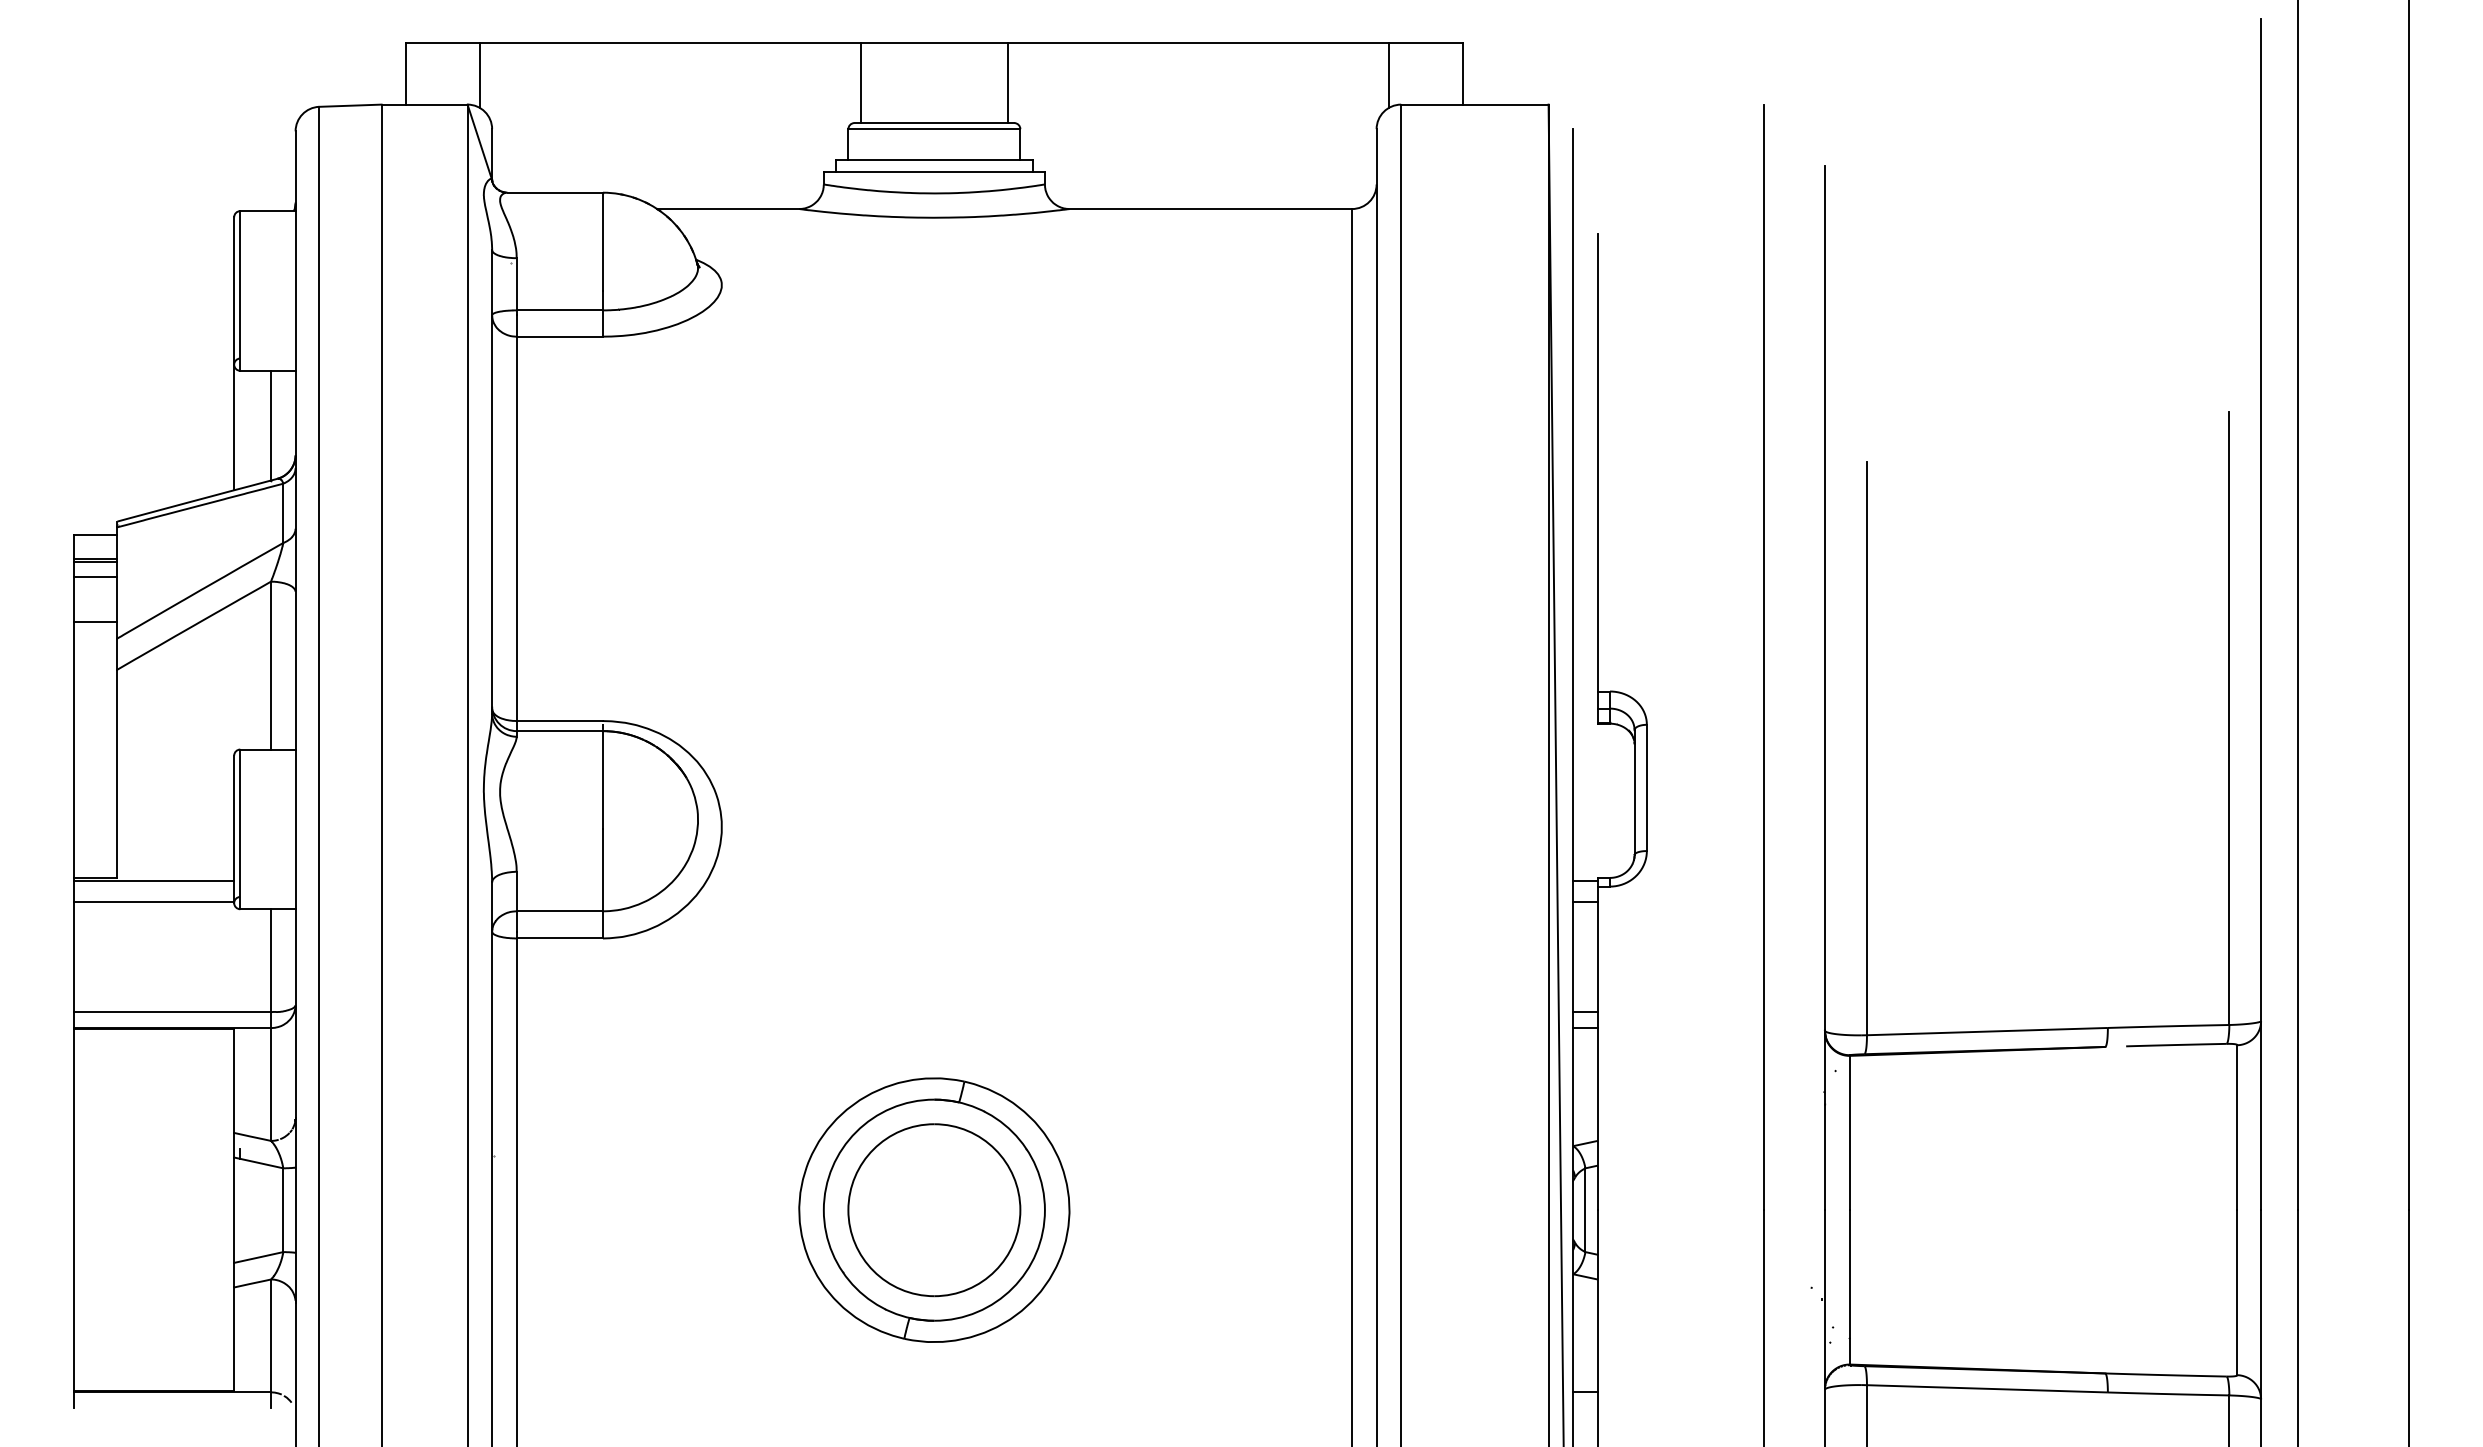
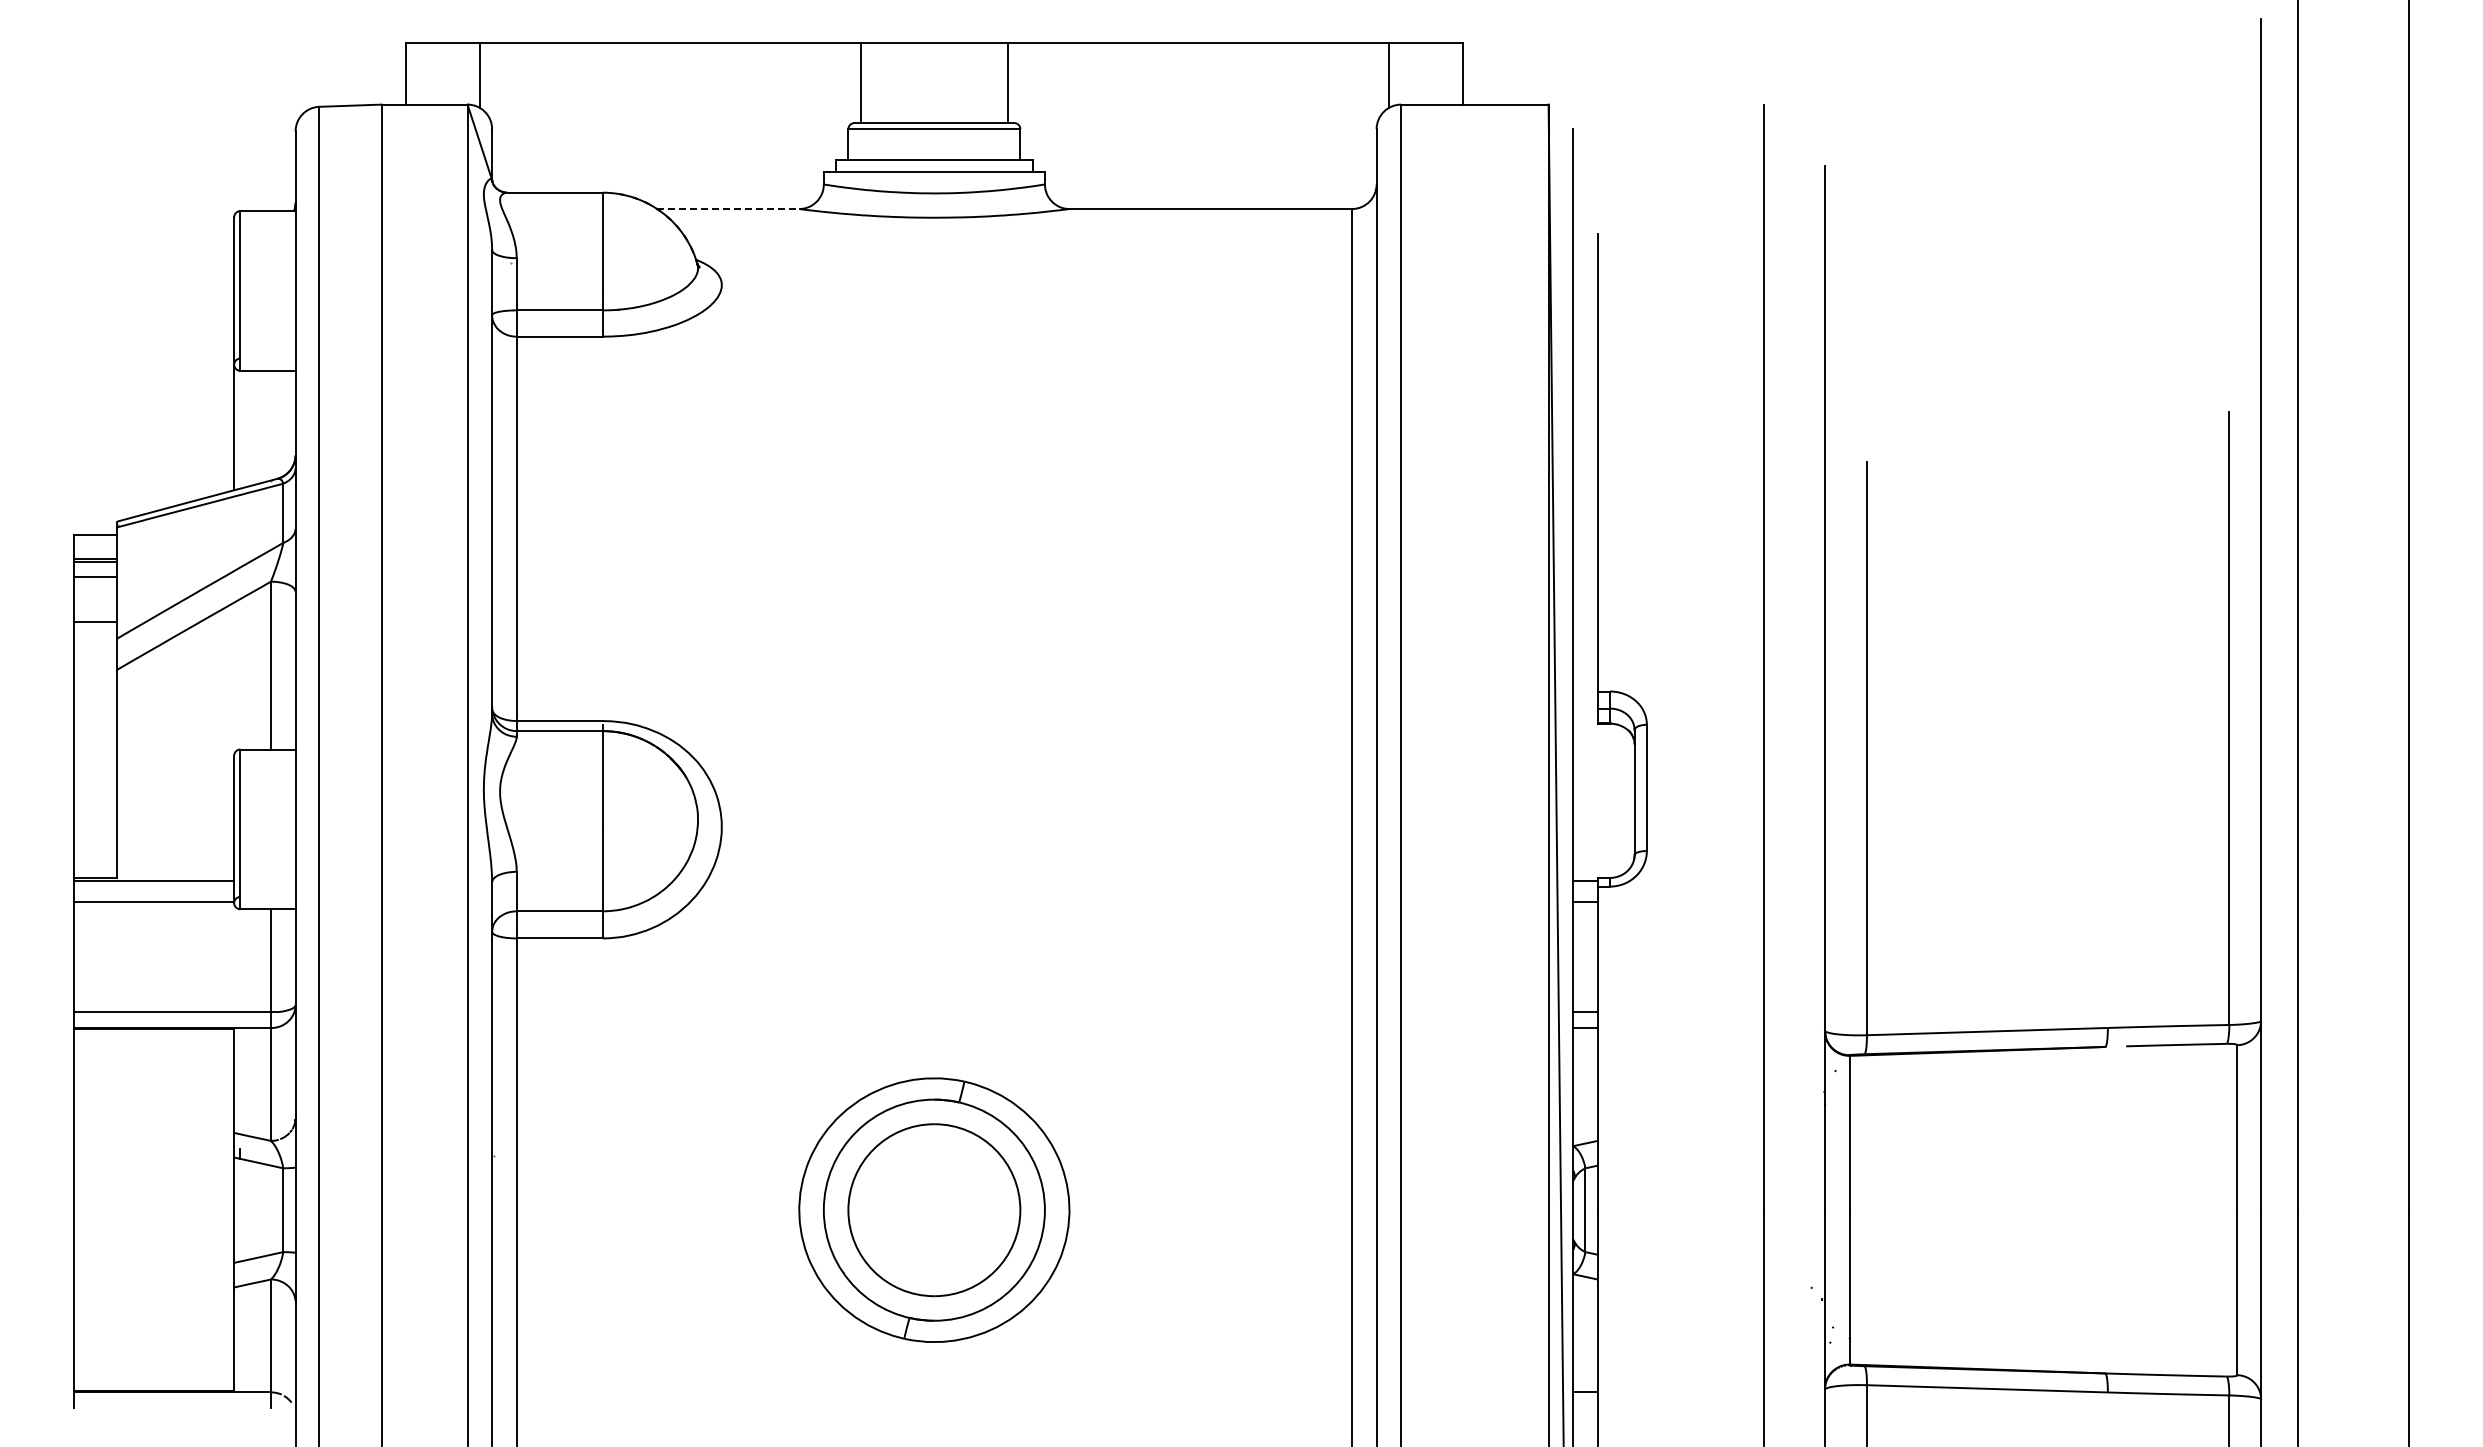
line at (728, 209): solid -> dashed
line at (271, 425): present -> none
